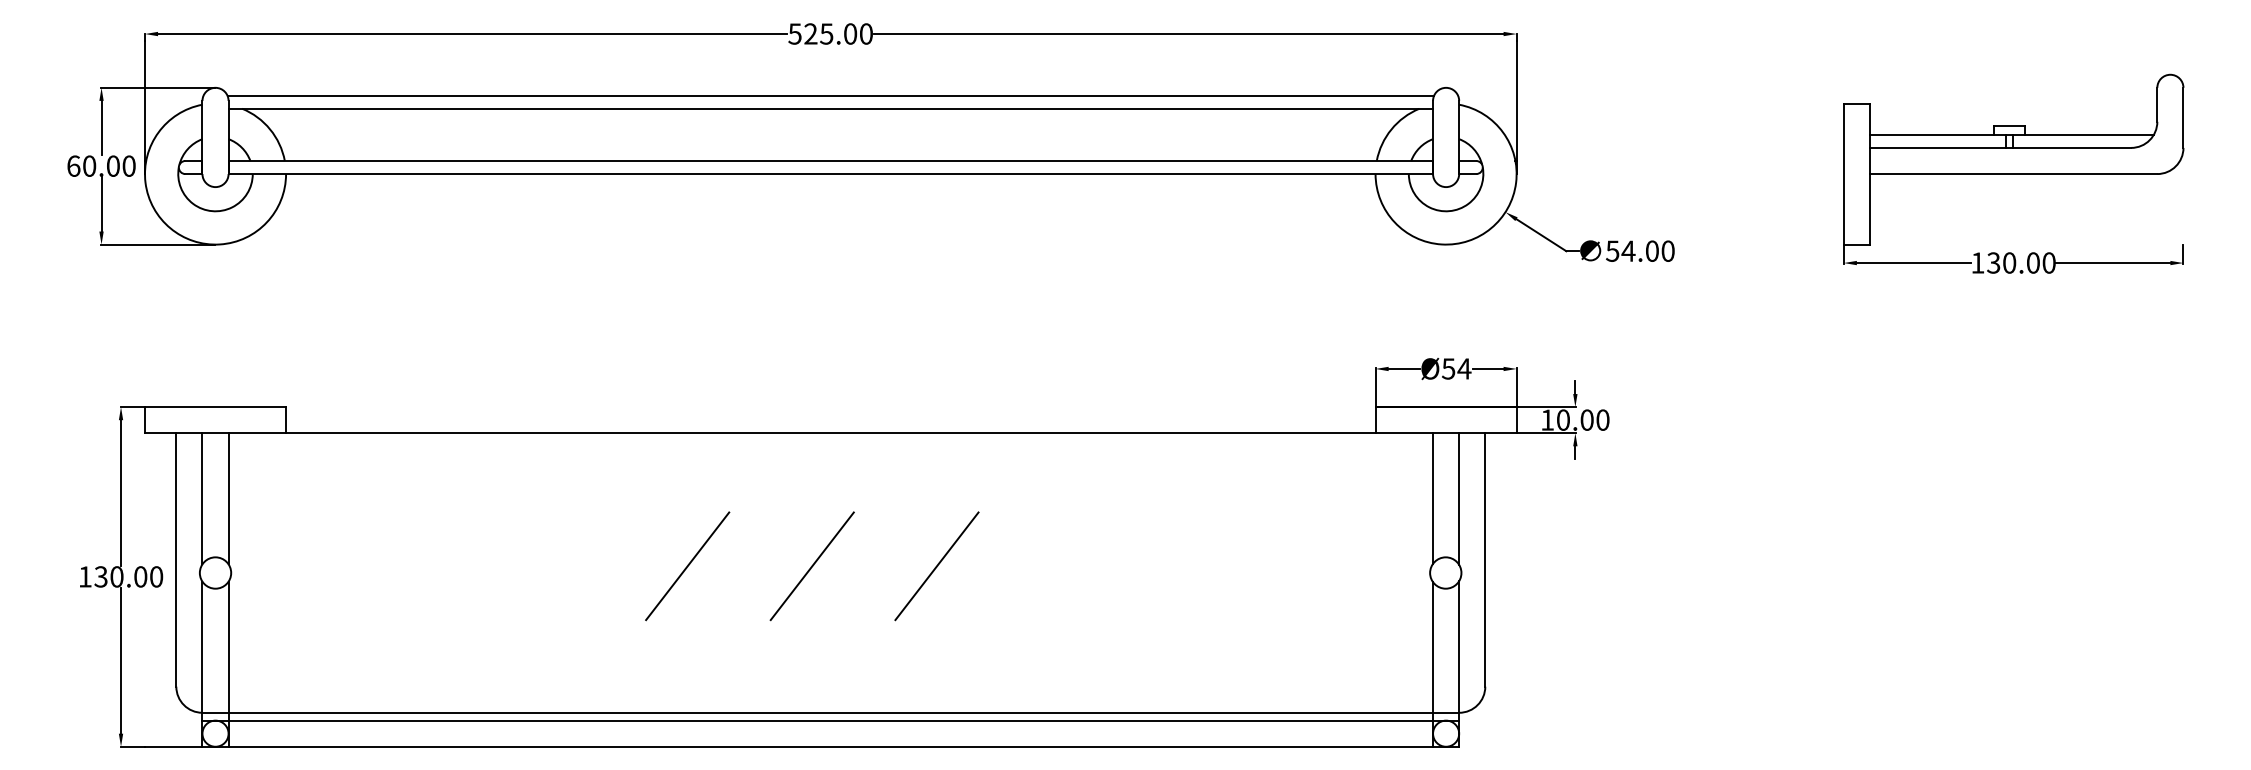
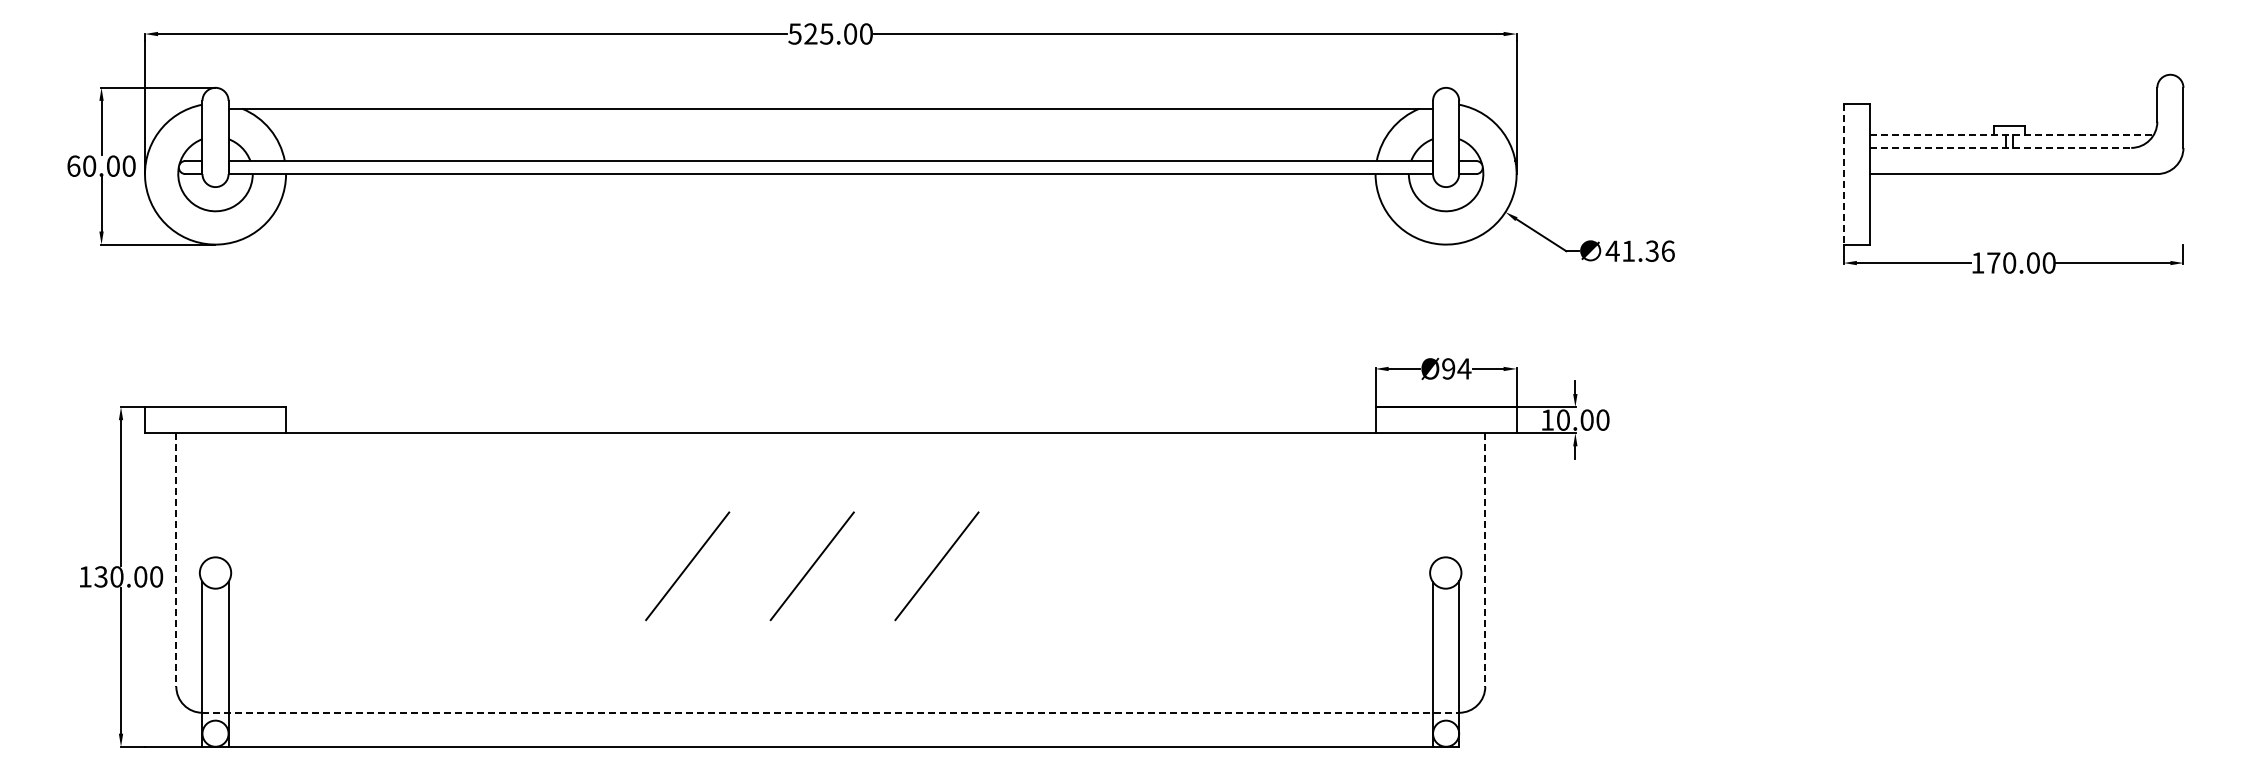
line at (830, 95): present -> none
line at (2011, 134): solid -> dashed
line at (2000, 147): solid -> dashed
line at (1843, 174): solid -> dashed
text at (1639, 250): 54.00 -> 41.36
text at (1993, 262): 130.00 -> 170.00
text at (1448, 368): Ø54 -> Ø94
line at (202, 498): present -> none
line at (228, 498): present -> none
line at (1433, 498): present -> none
line at (1459, 498): present -> none
line at (176, 559): solid -> dashed
line at (1485, 559): solid -> dashed
line at (831, 712): solid -> dashed
line at (830, 720): present -> none
